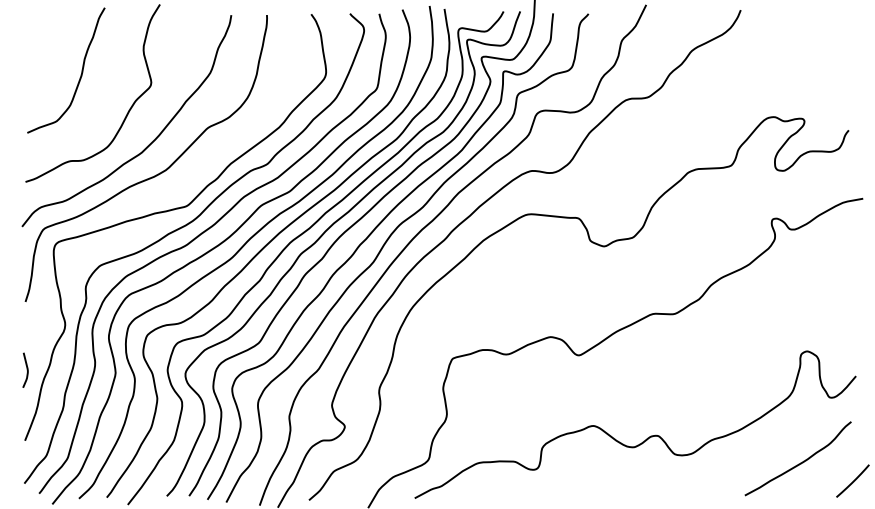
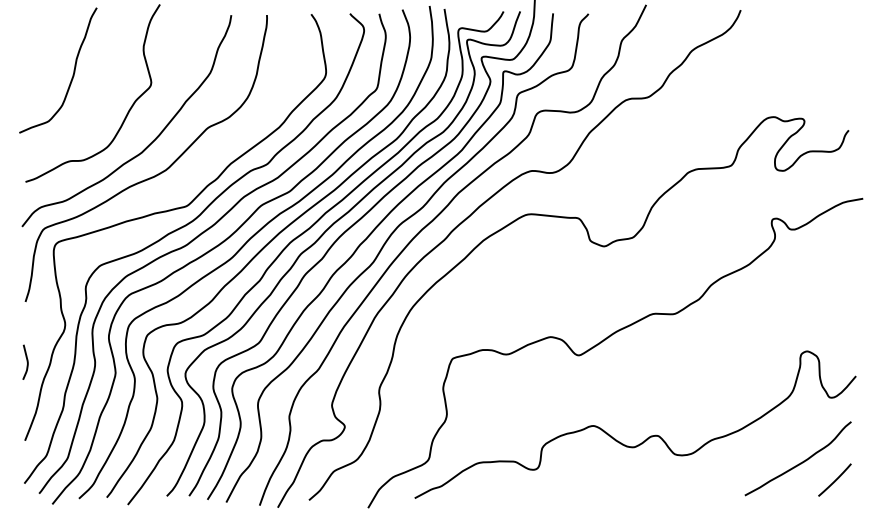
curve at (80, 74) position: (80, 74) -> (72, 74)
curve at (26, 369) position: (26, 369) -> (26, 361)
line at (853, 480) position: (853, 480) -> (835, 479)
